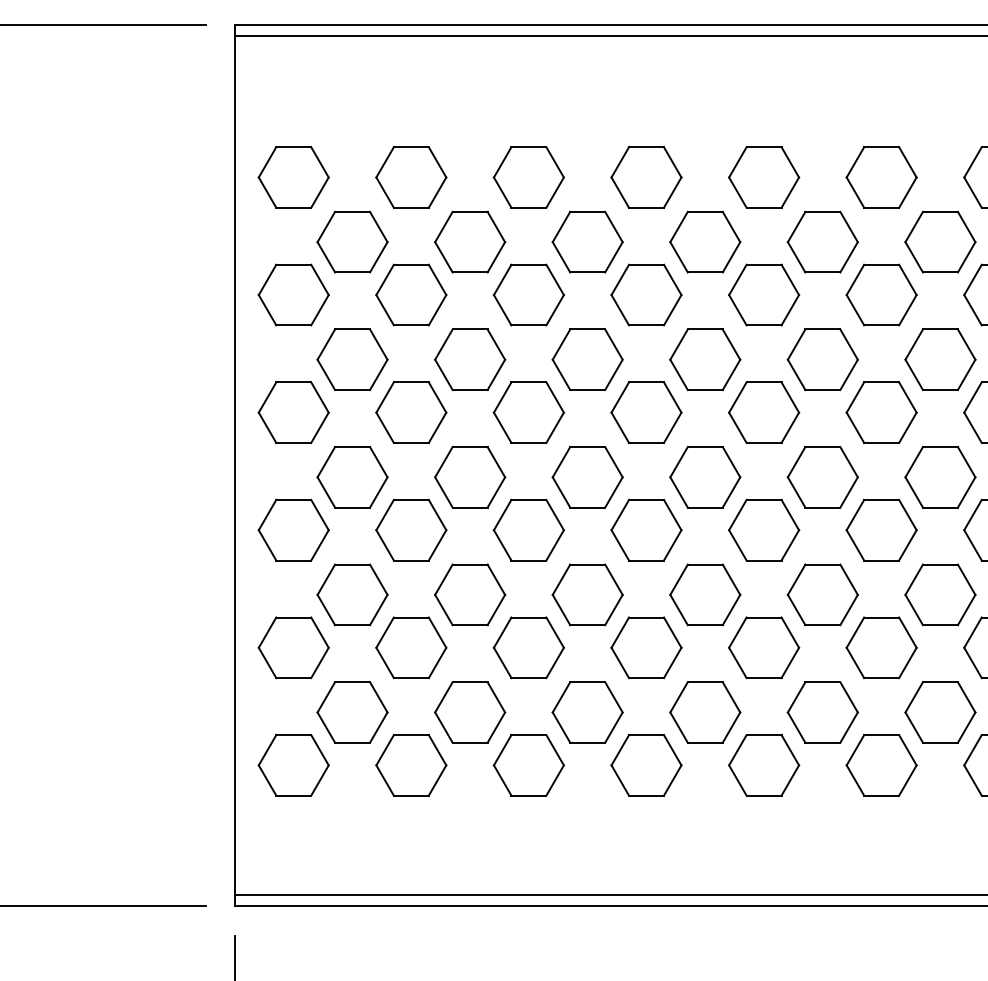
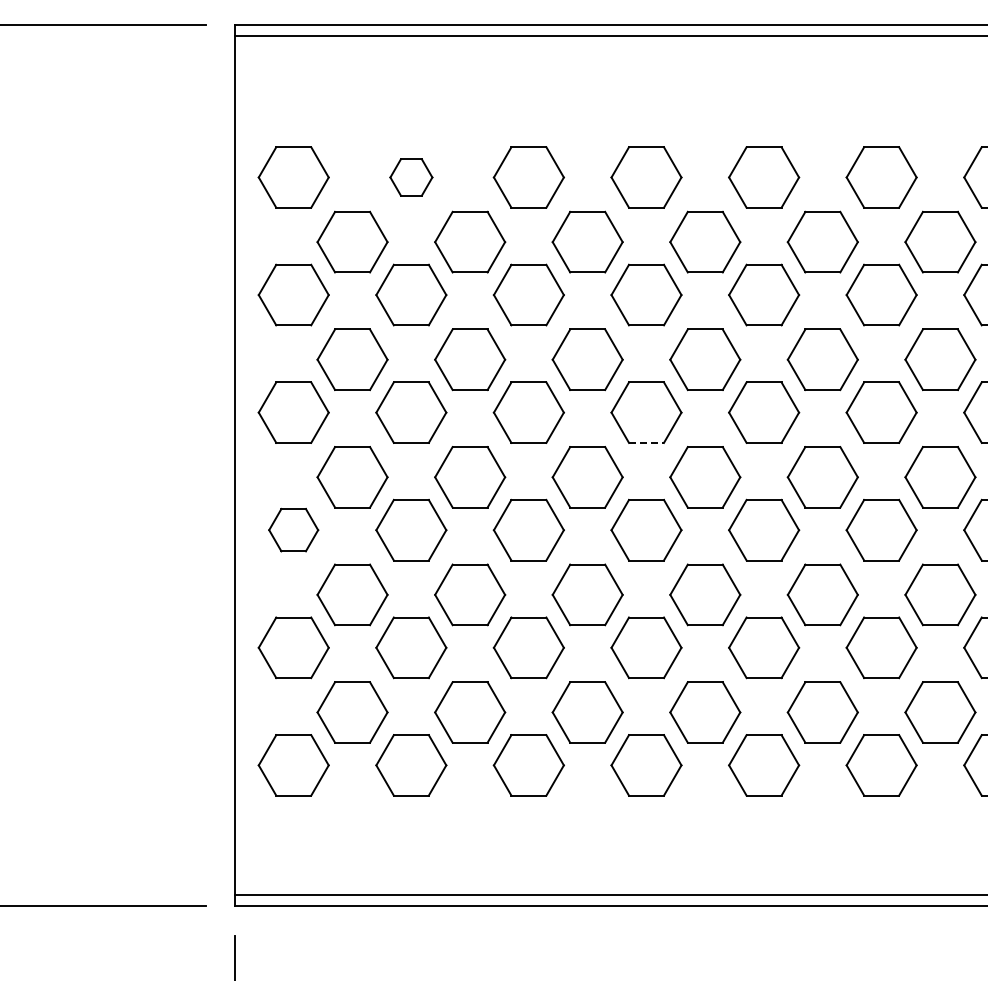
part at (411, 177) size: 73x63 px -> 45x39 px
line at (647, 442): solid -> dashed
part at (293, 529) size: 73x64 px -> 52x46 px
